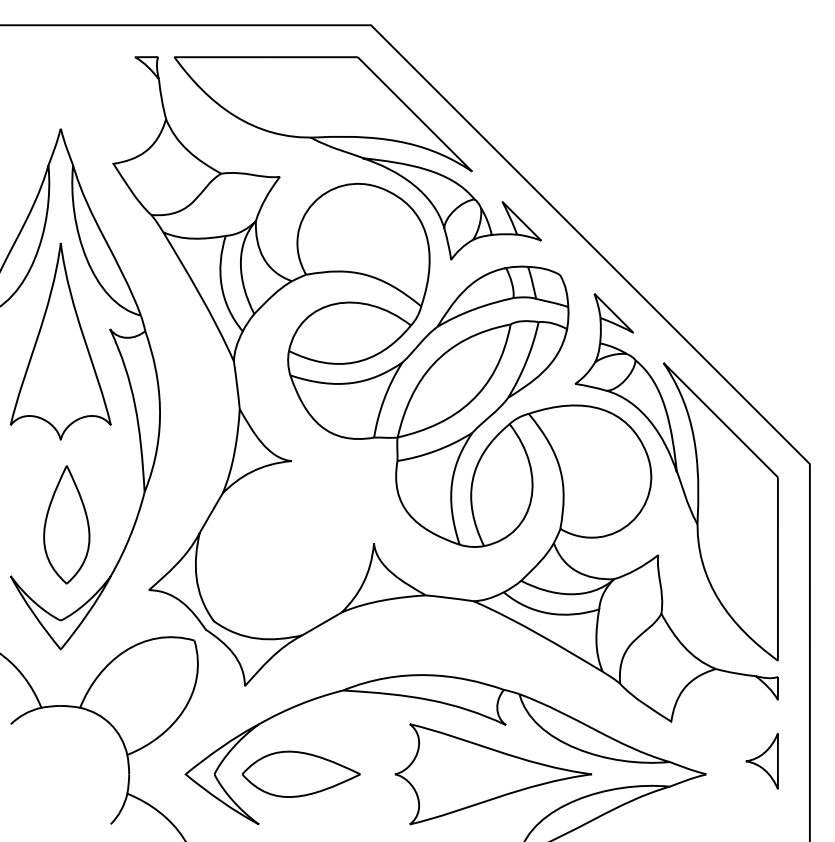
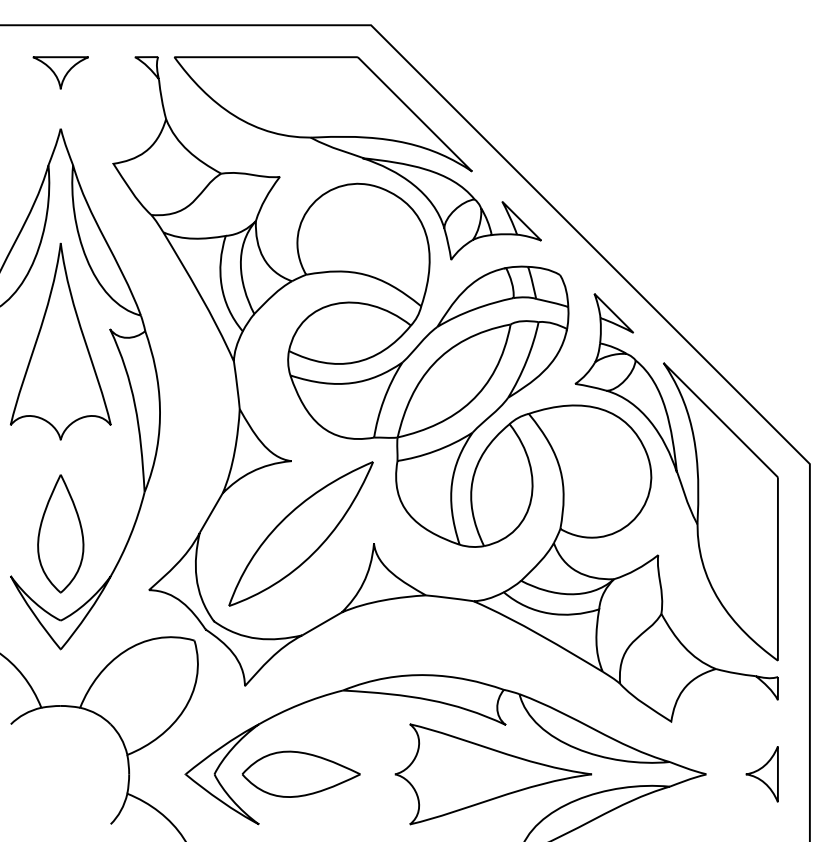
part at (60, 72): none -> present
part at (66, 524) position: (66, 524) -> (60, 533)
part at (300, 533): none -> present
part at (761, 761) position: (761, 761) -> (761, 774)
